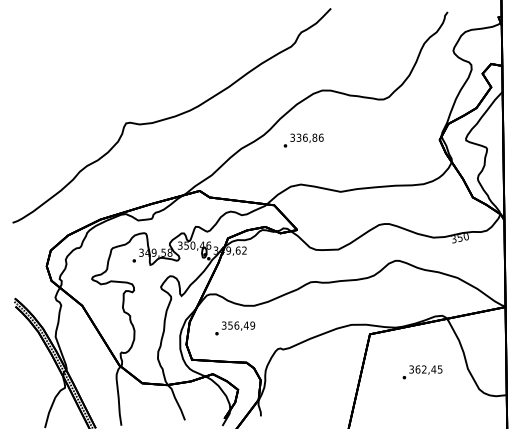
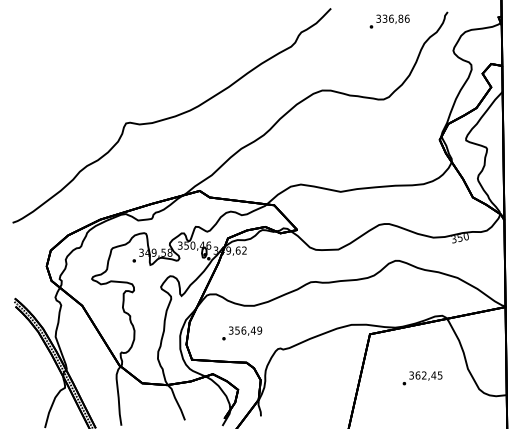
text at (303, 140) position: (303, 140) -> (389, 21)
text at (235, 328) position: (235, 328) -> (242, 333)
text at (422, 372) position: (422, 372) -> (422, 378)
